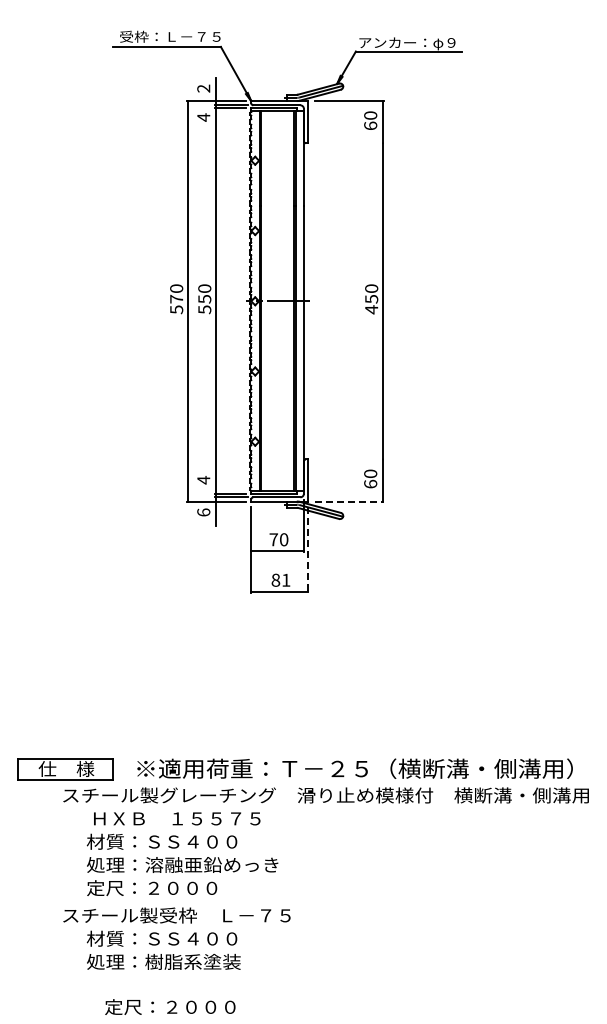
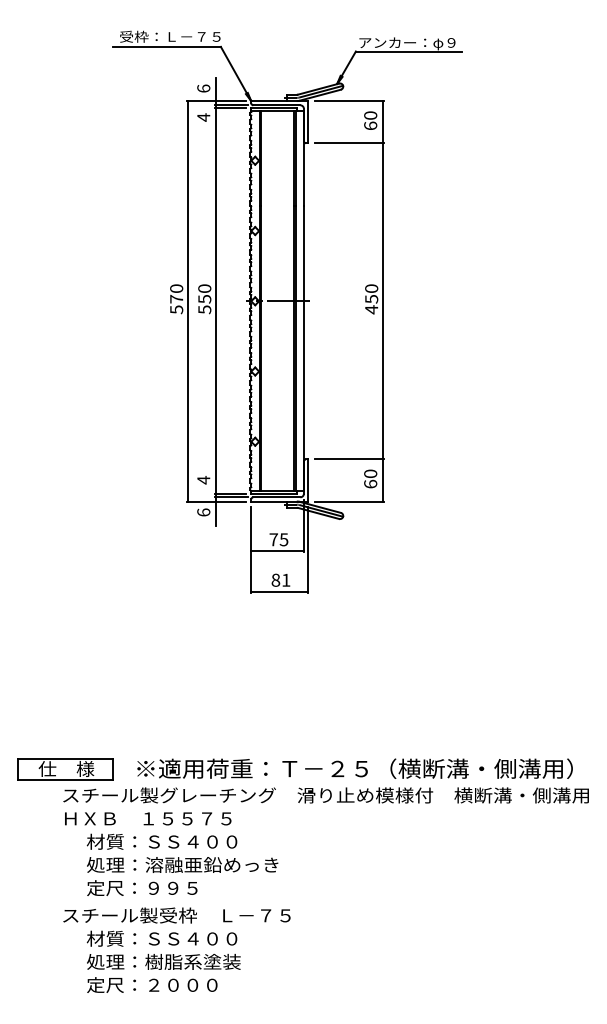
text at (203, 88): 2 -> 6
line at (349, 143): none -> present
line at (349, 459): none -> present
line at (349, 501): dashed -> solid
text at (283, 539): 70 -> 75
line at (308, 549): dashed -> solid
text at (177, 818) position: (177, 818) -> (148, 818)
text at (182, 887): 定尺：２０００ -> 定尺：９９５
text at (170, 1006) position: (170, 1006) -> (152, 984)
